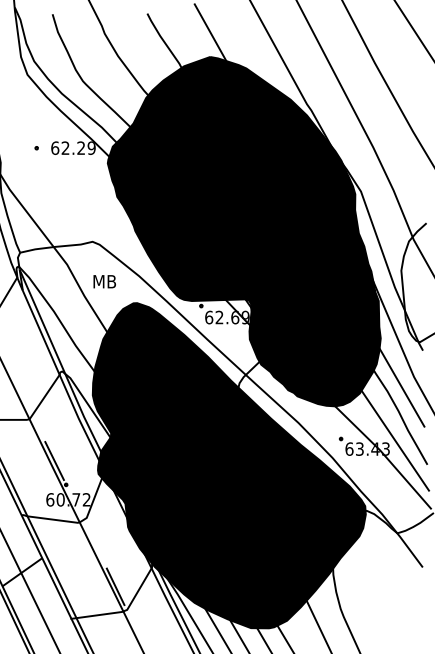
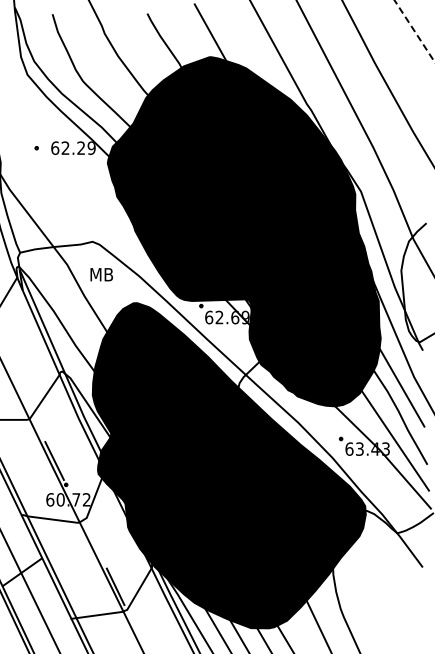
line at (414, 31): solid -> dashed
text at (104, 281) position: (104, 281) -> (101, 274)
